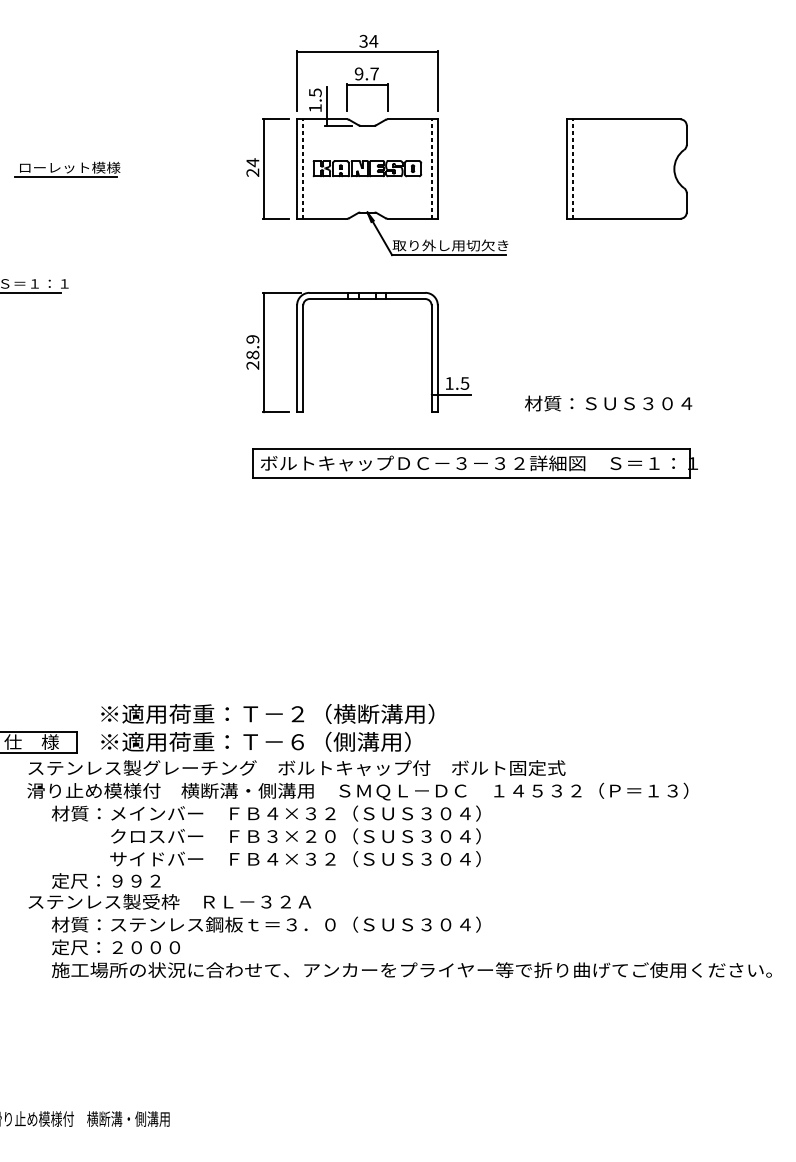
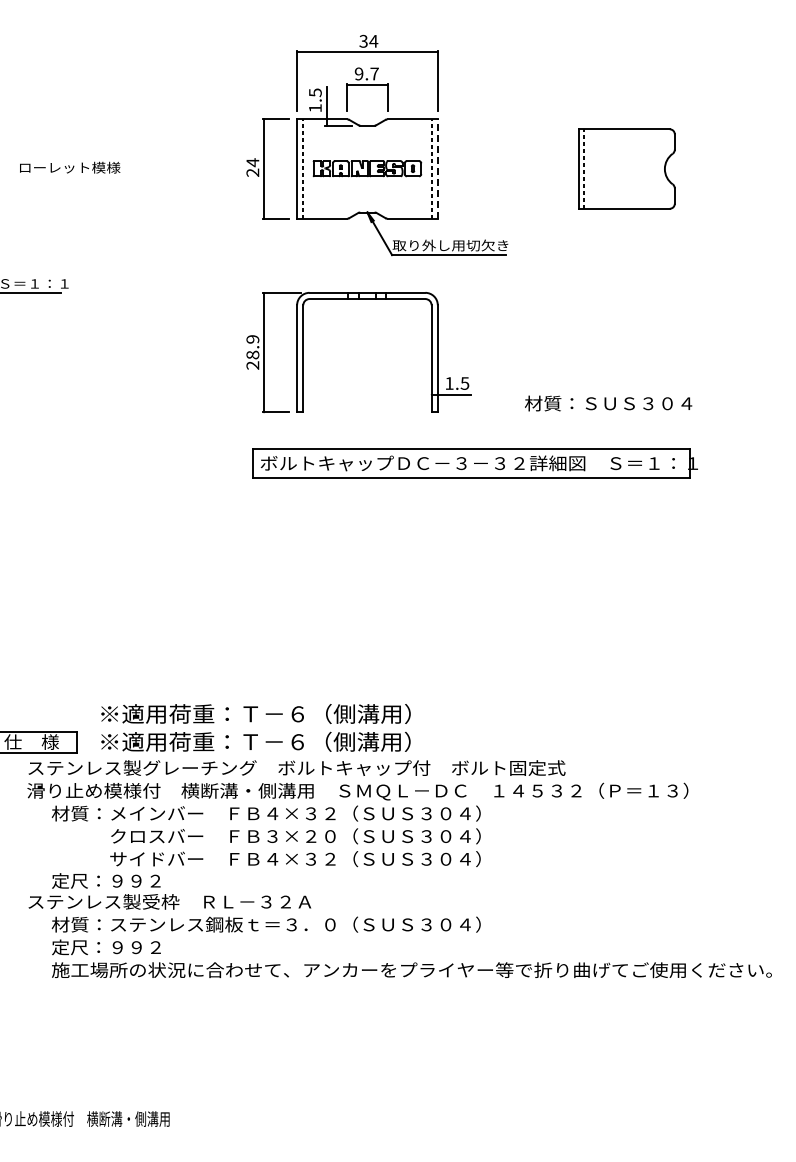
part at (626, 168) size: 122x102 px -> 98x82 px
line at (437, 169): solid -> dashed
line at (65, 177): present -> none
text at (362, 714): ※適用荷重：Ｔ－２（横断溝用） -> ※適用荷重：Ｔ－６（側溝用）
text at (145, 947): 定尺：２０００ -> 定尺：９９２
